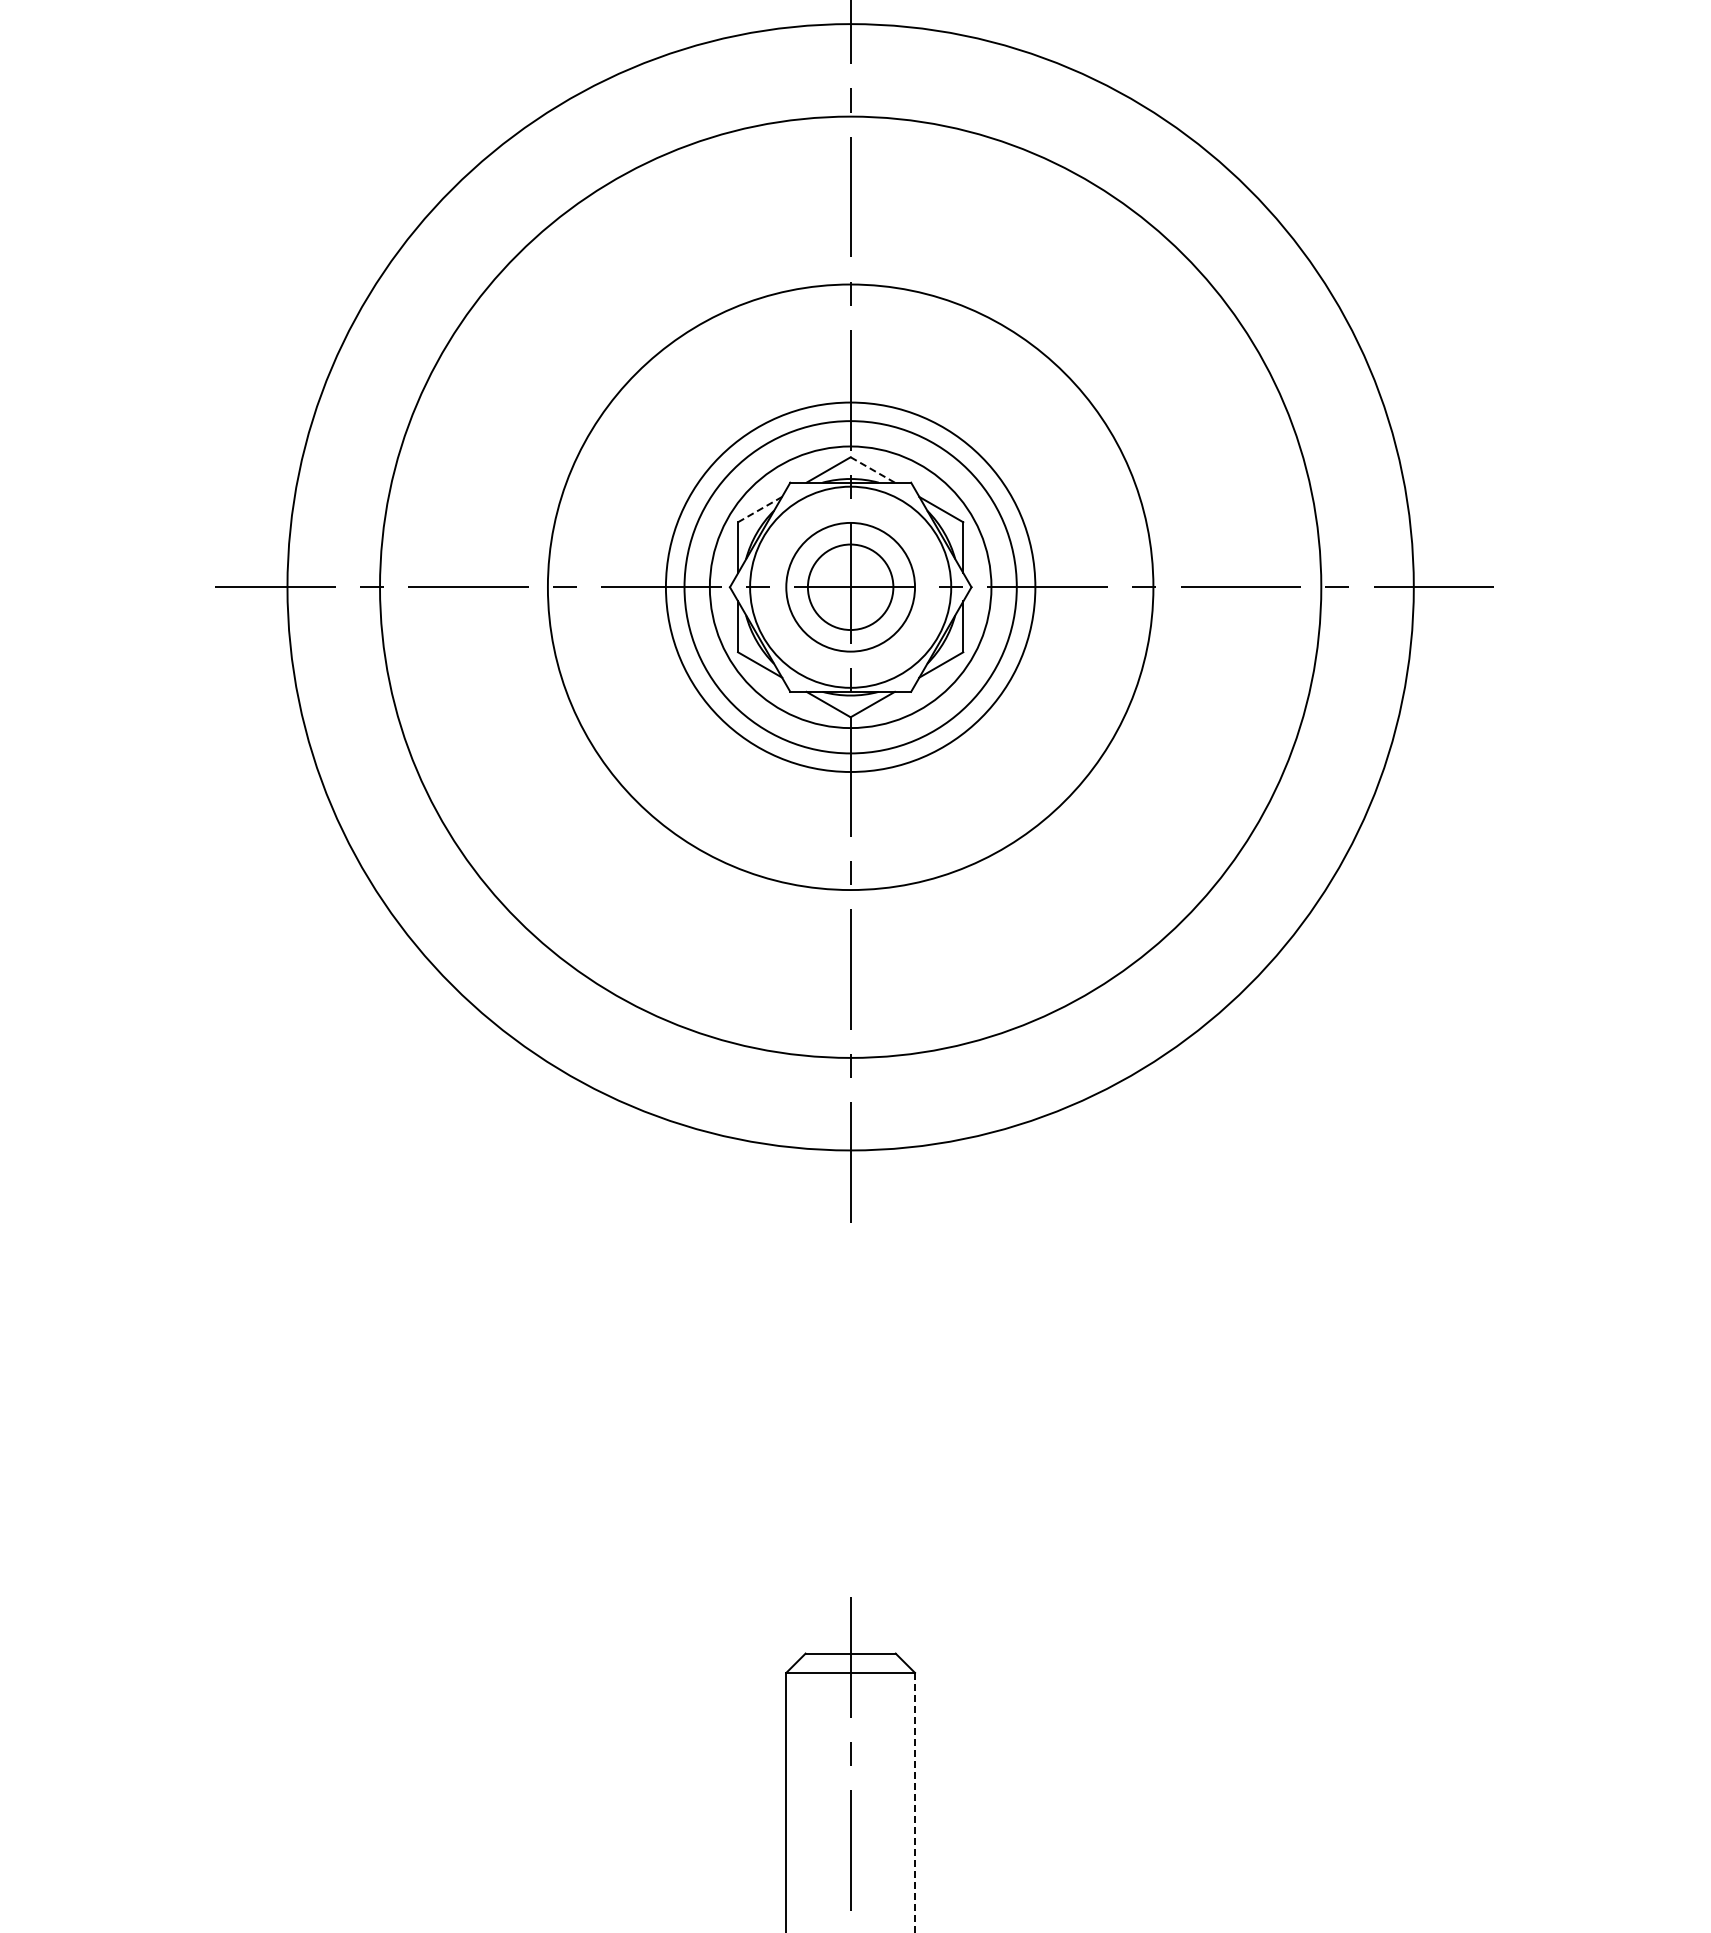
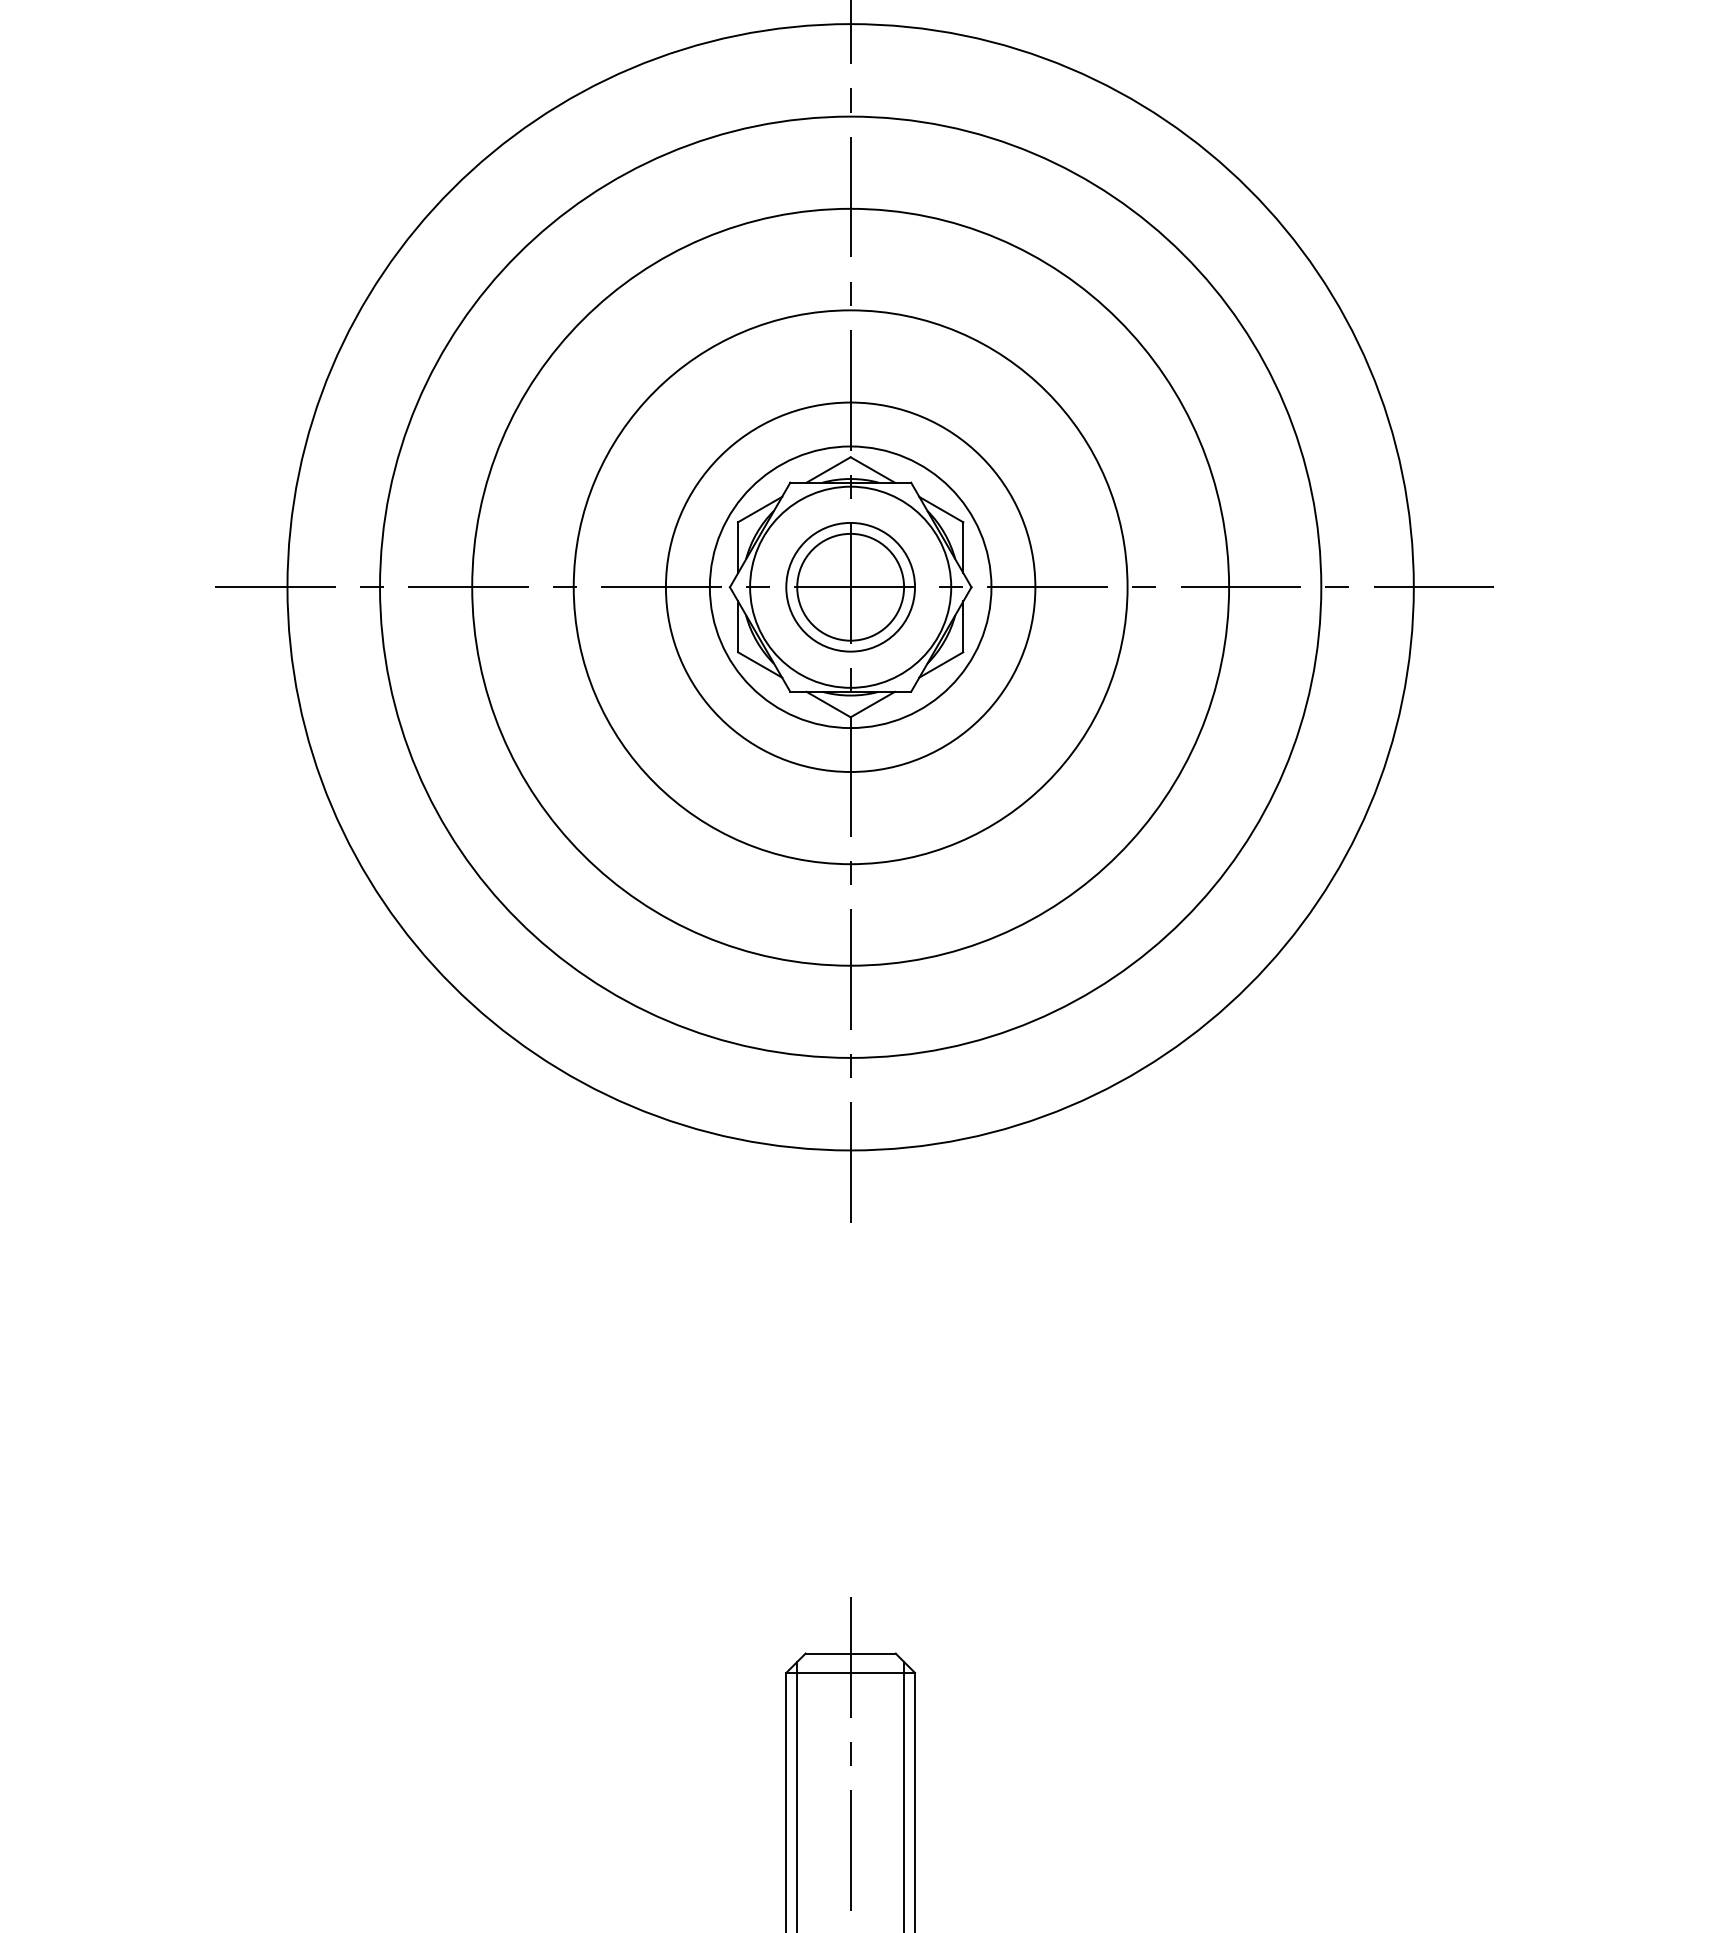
line at (872, 469): dashed -> solid
line at (760, 509): dashed -> solid
circle at (850, 587) diameter: 332 px -> 554 px
circle at (850, 587) diameter: 606 px -> 757 px
circle at (850, 587) diameter: 85 px -> 107 px
line at (797, 1795): none -> present
line at (904, 1795): none -> present
line at (915, 1802): dashed -> solid
